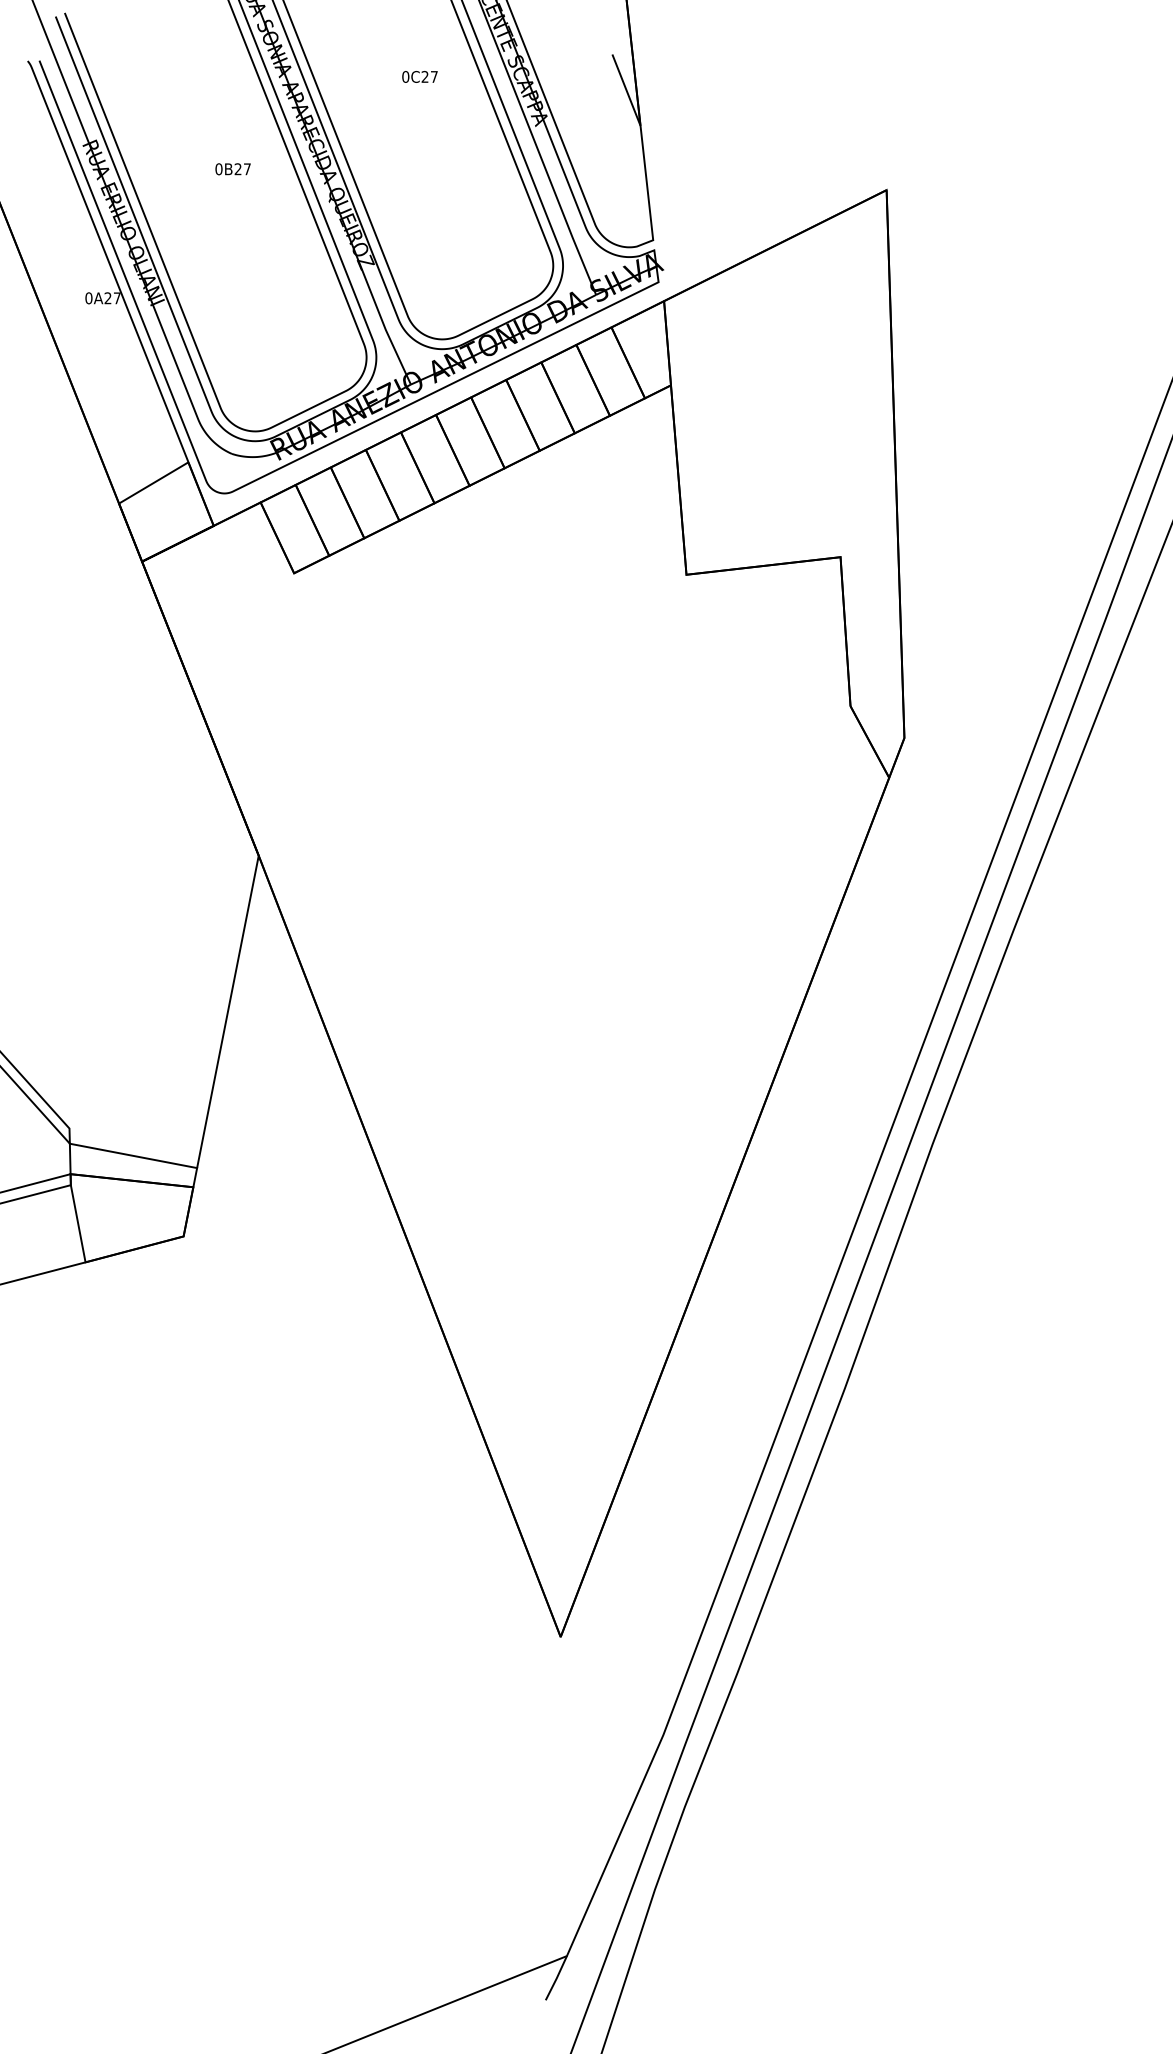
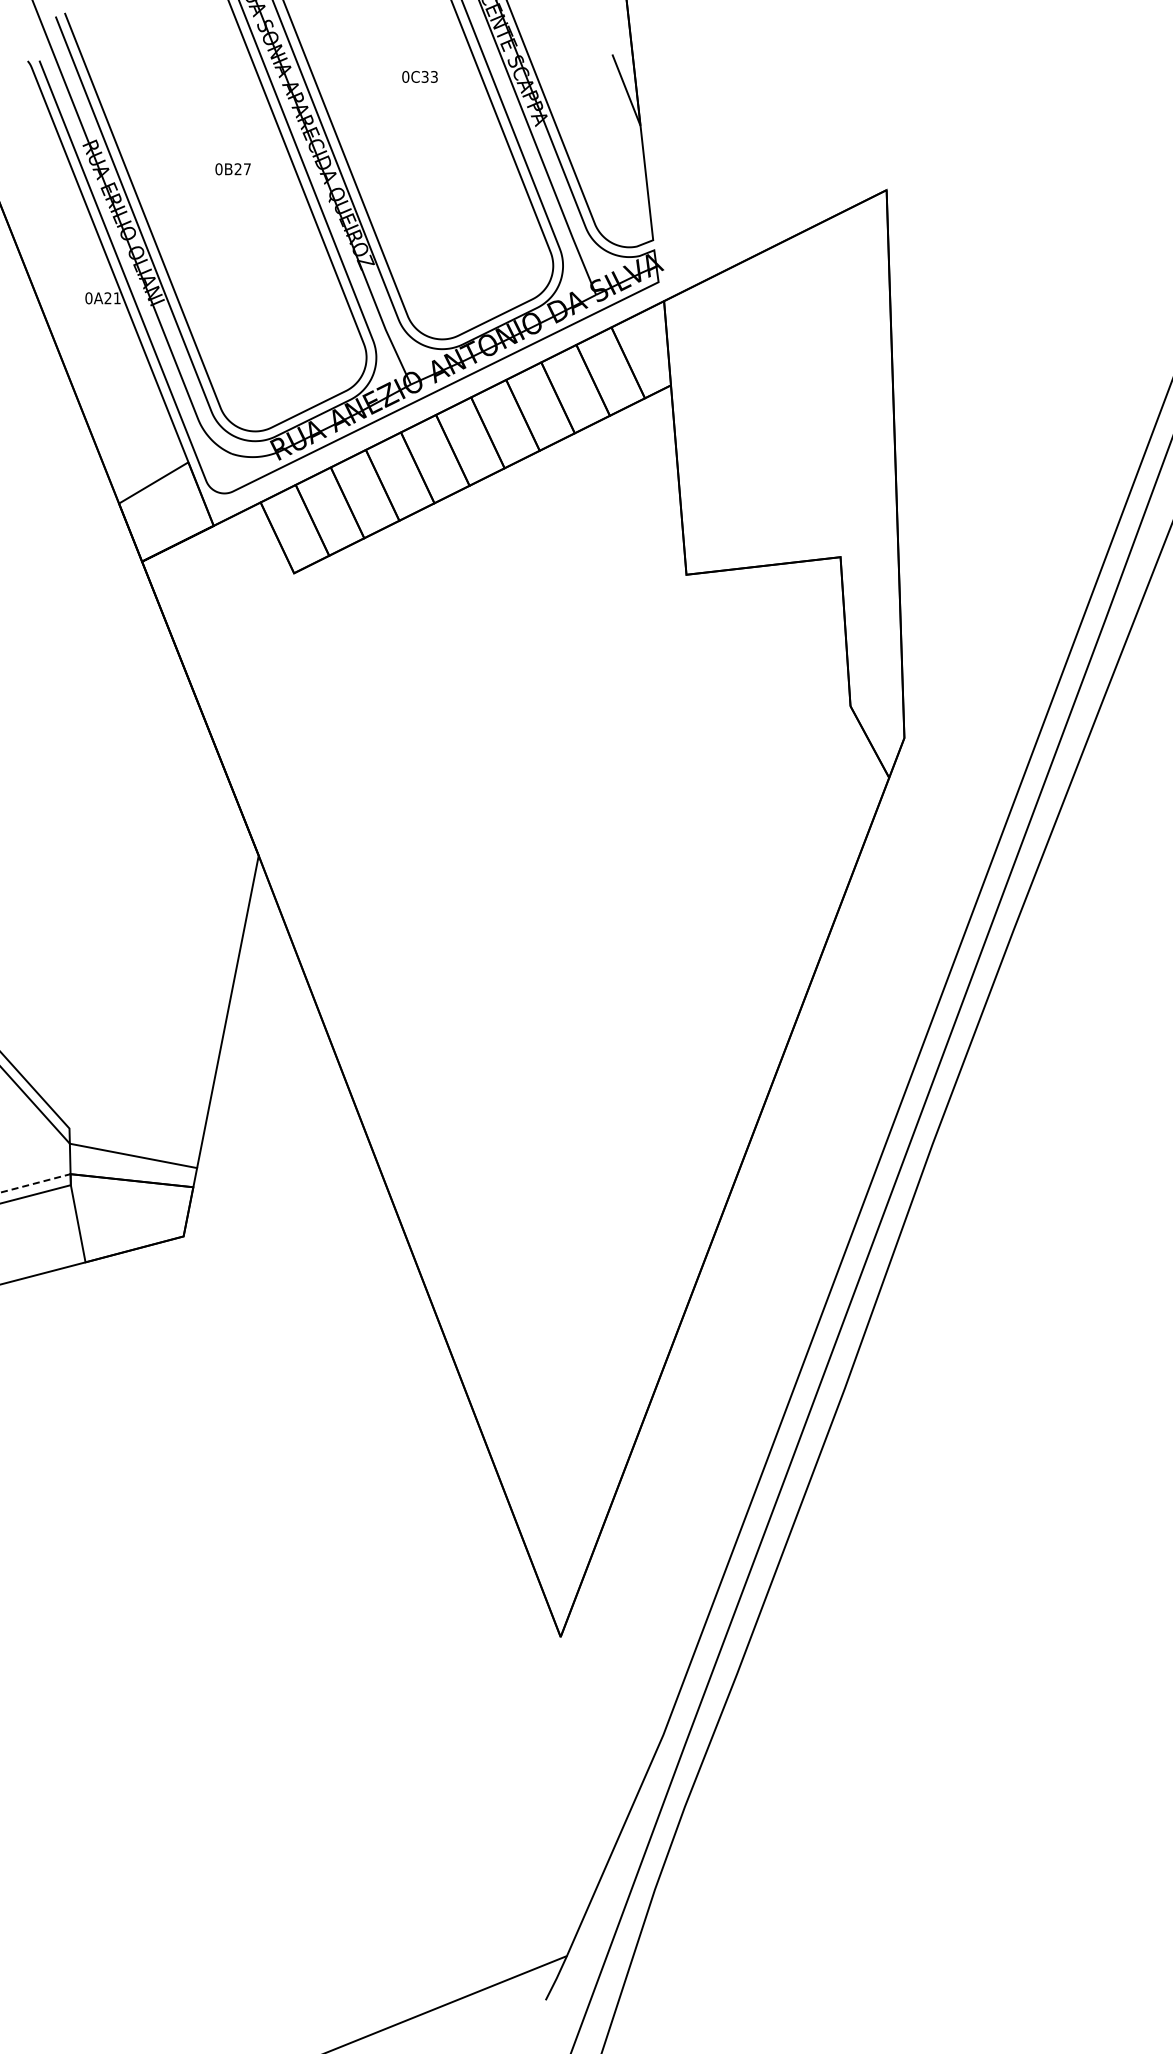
text at (429, 76): 0C27 -> 0C33
text at (117, 298): 0A27 -> 0A21
line at (35, 1183): solid -> dashed
